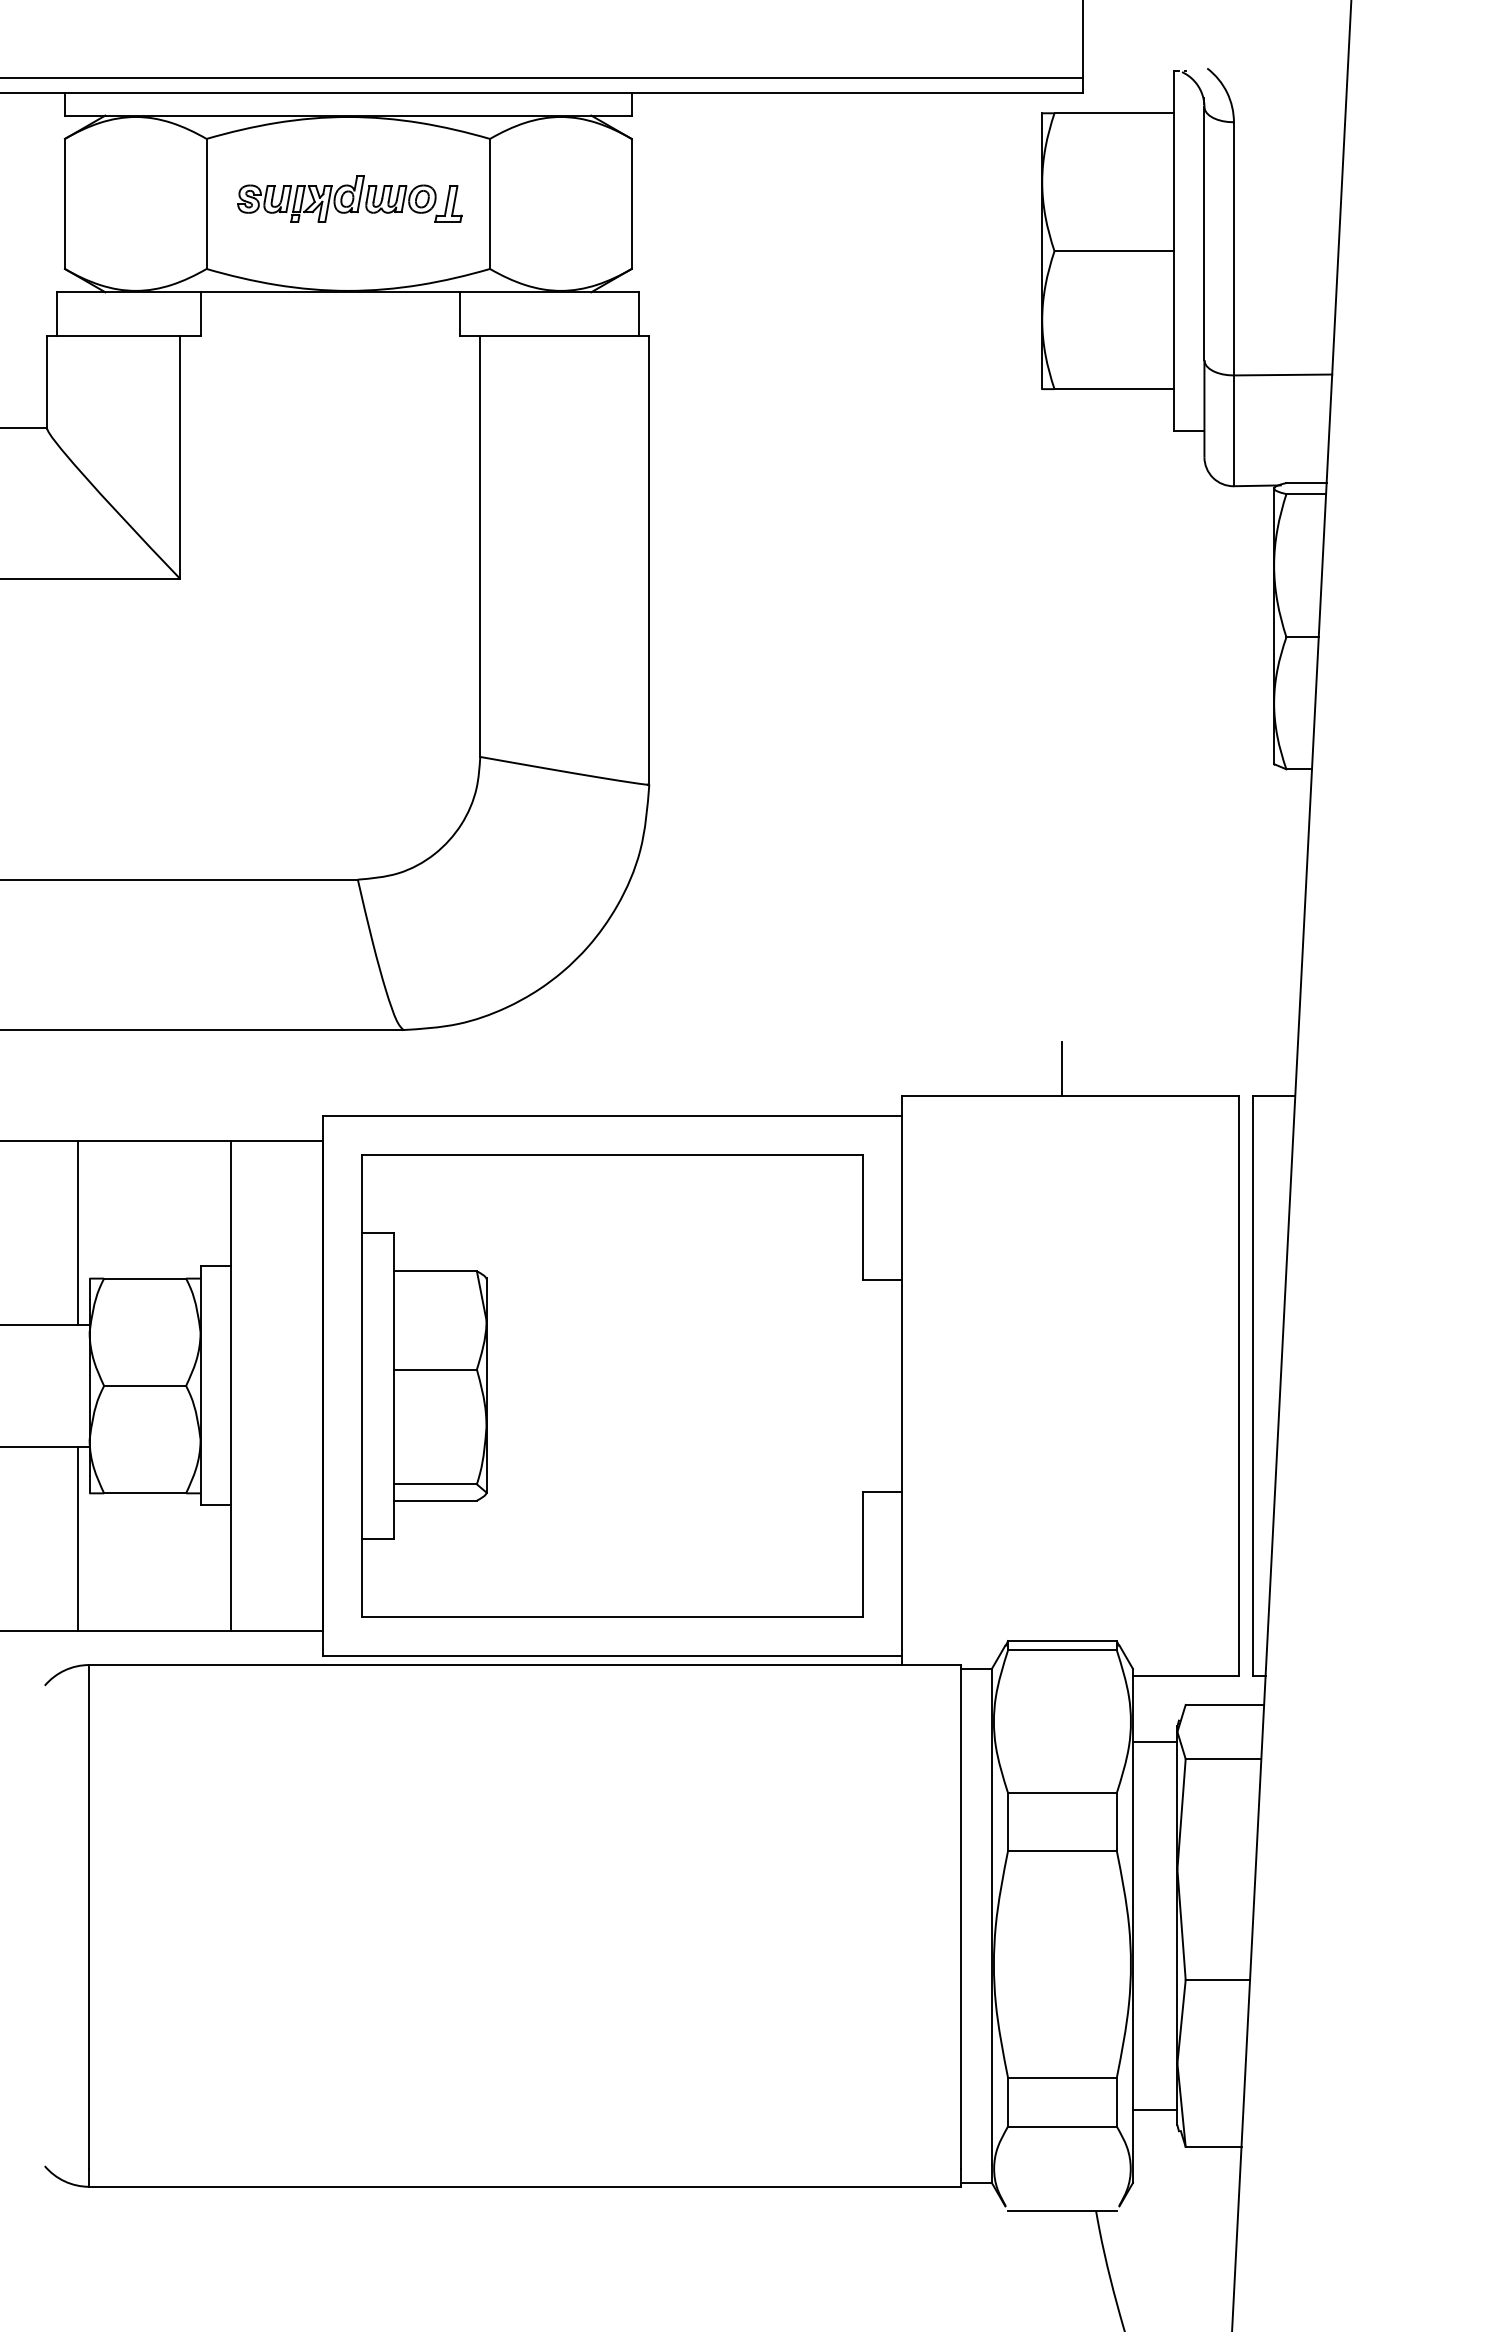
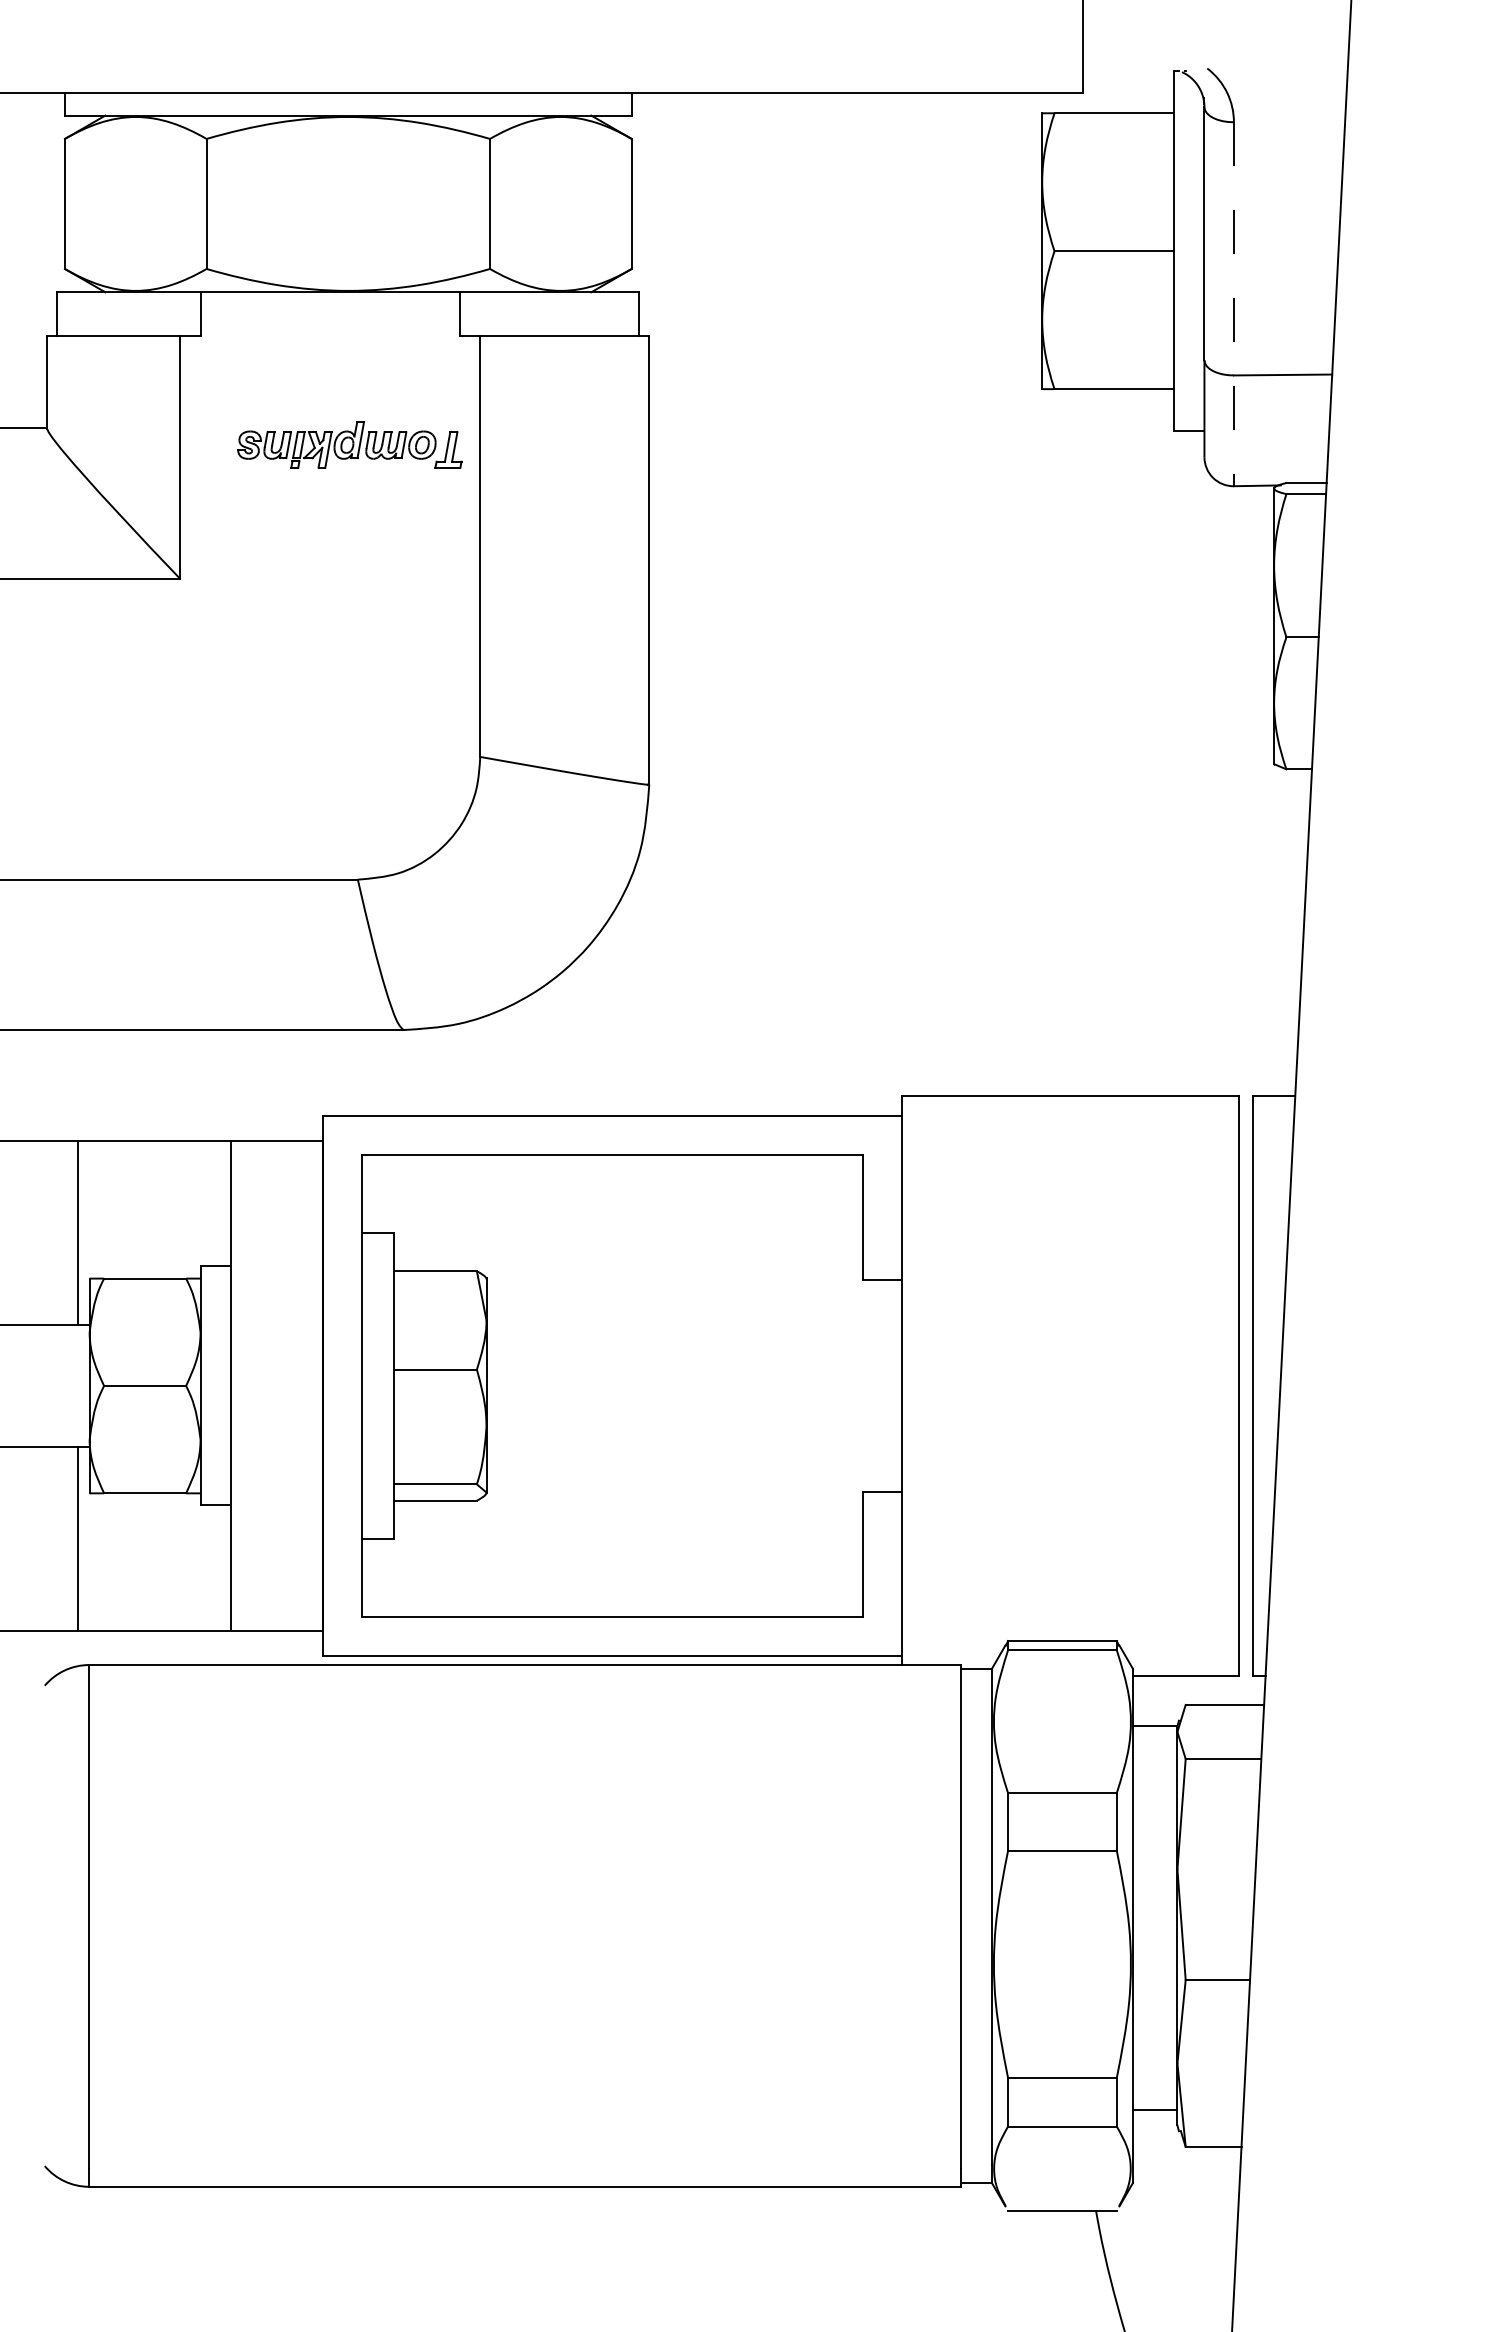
line at (542, 78): present -> none
part at (349, 198) position: (349, 198) -> (349, 444)
line at (1233, 304): solid -> dashed
line at (1061, 1069): present -> none
line at (1154, 1742) position: (1154, 1742) -> (1154, 1726)
